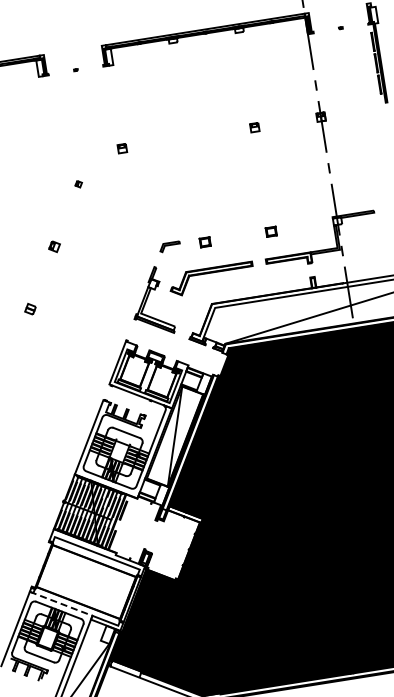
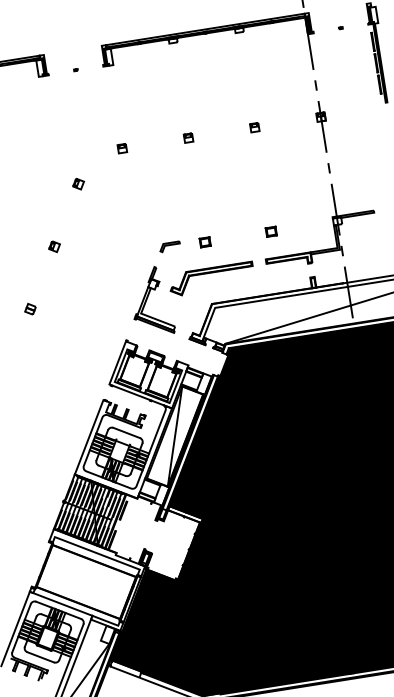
part at (188, 137): none -> present
part at (78, 184) size: 9x9 px -> 14x13 px
line at (61, 603): dashed -> solid
